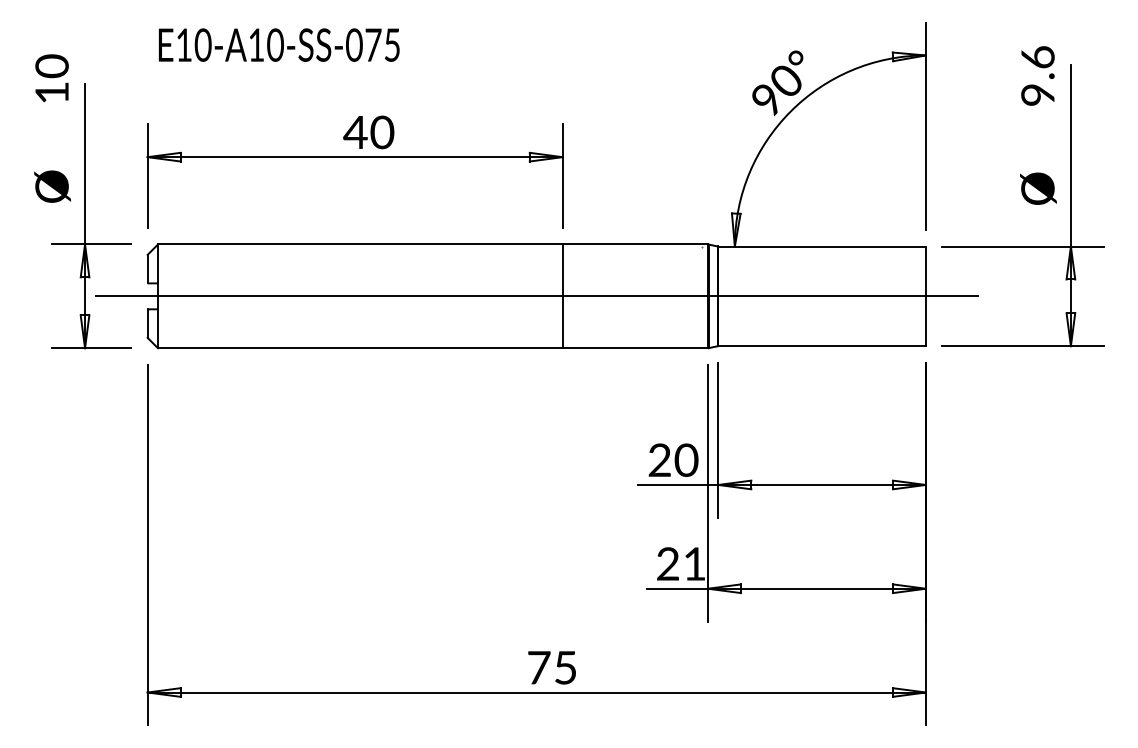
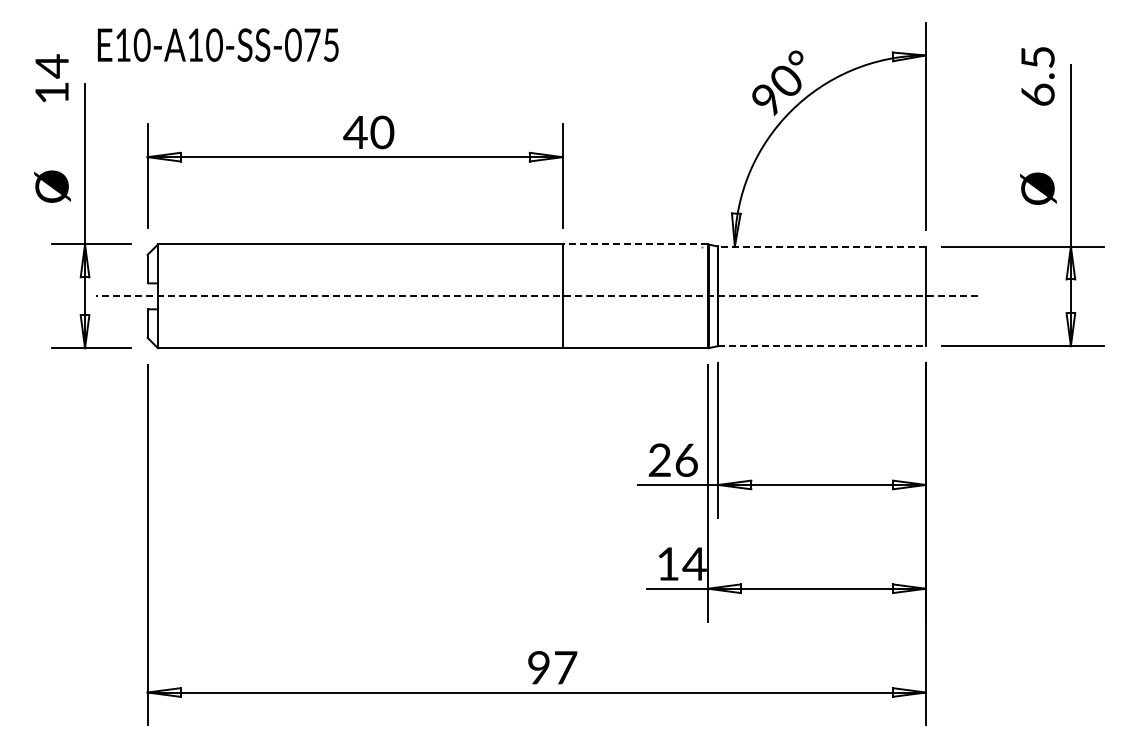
text at (279, 44) position: (279, 44) -> (218, 44)
text at (51, 66): 10 -> 14
text at (1037, 75): 9.6 -> 6.5
line at (635, 244): solid -> dashed
line at (822, 246): solid -> dashed
line at (536, 296): solid -> dashed
line at (822, 346): solid -> dashed
text at (686, 459): 20 -> 26
text at (681, 563): 21 -> 14
text at (552, 667): 75 -> 97
